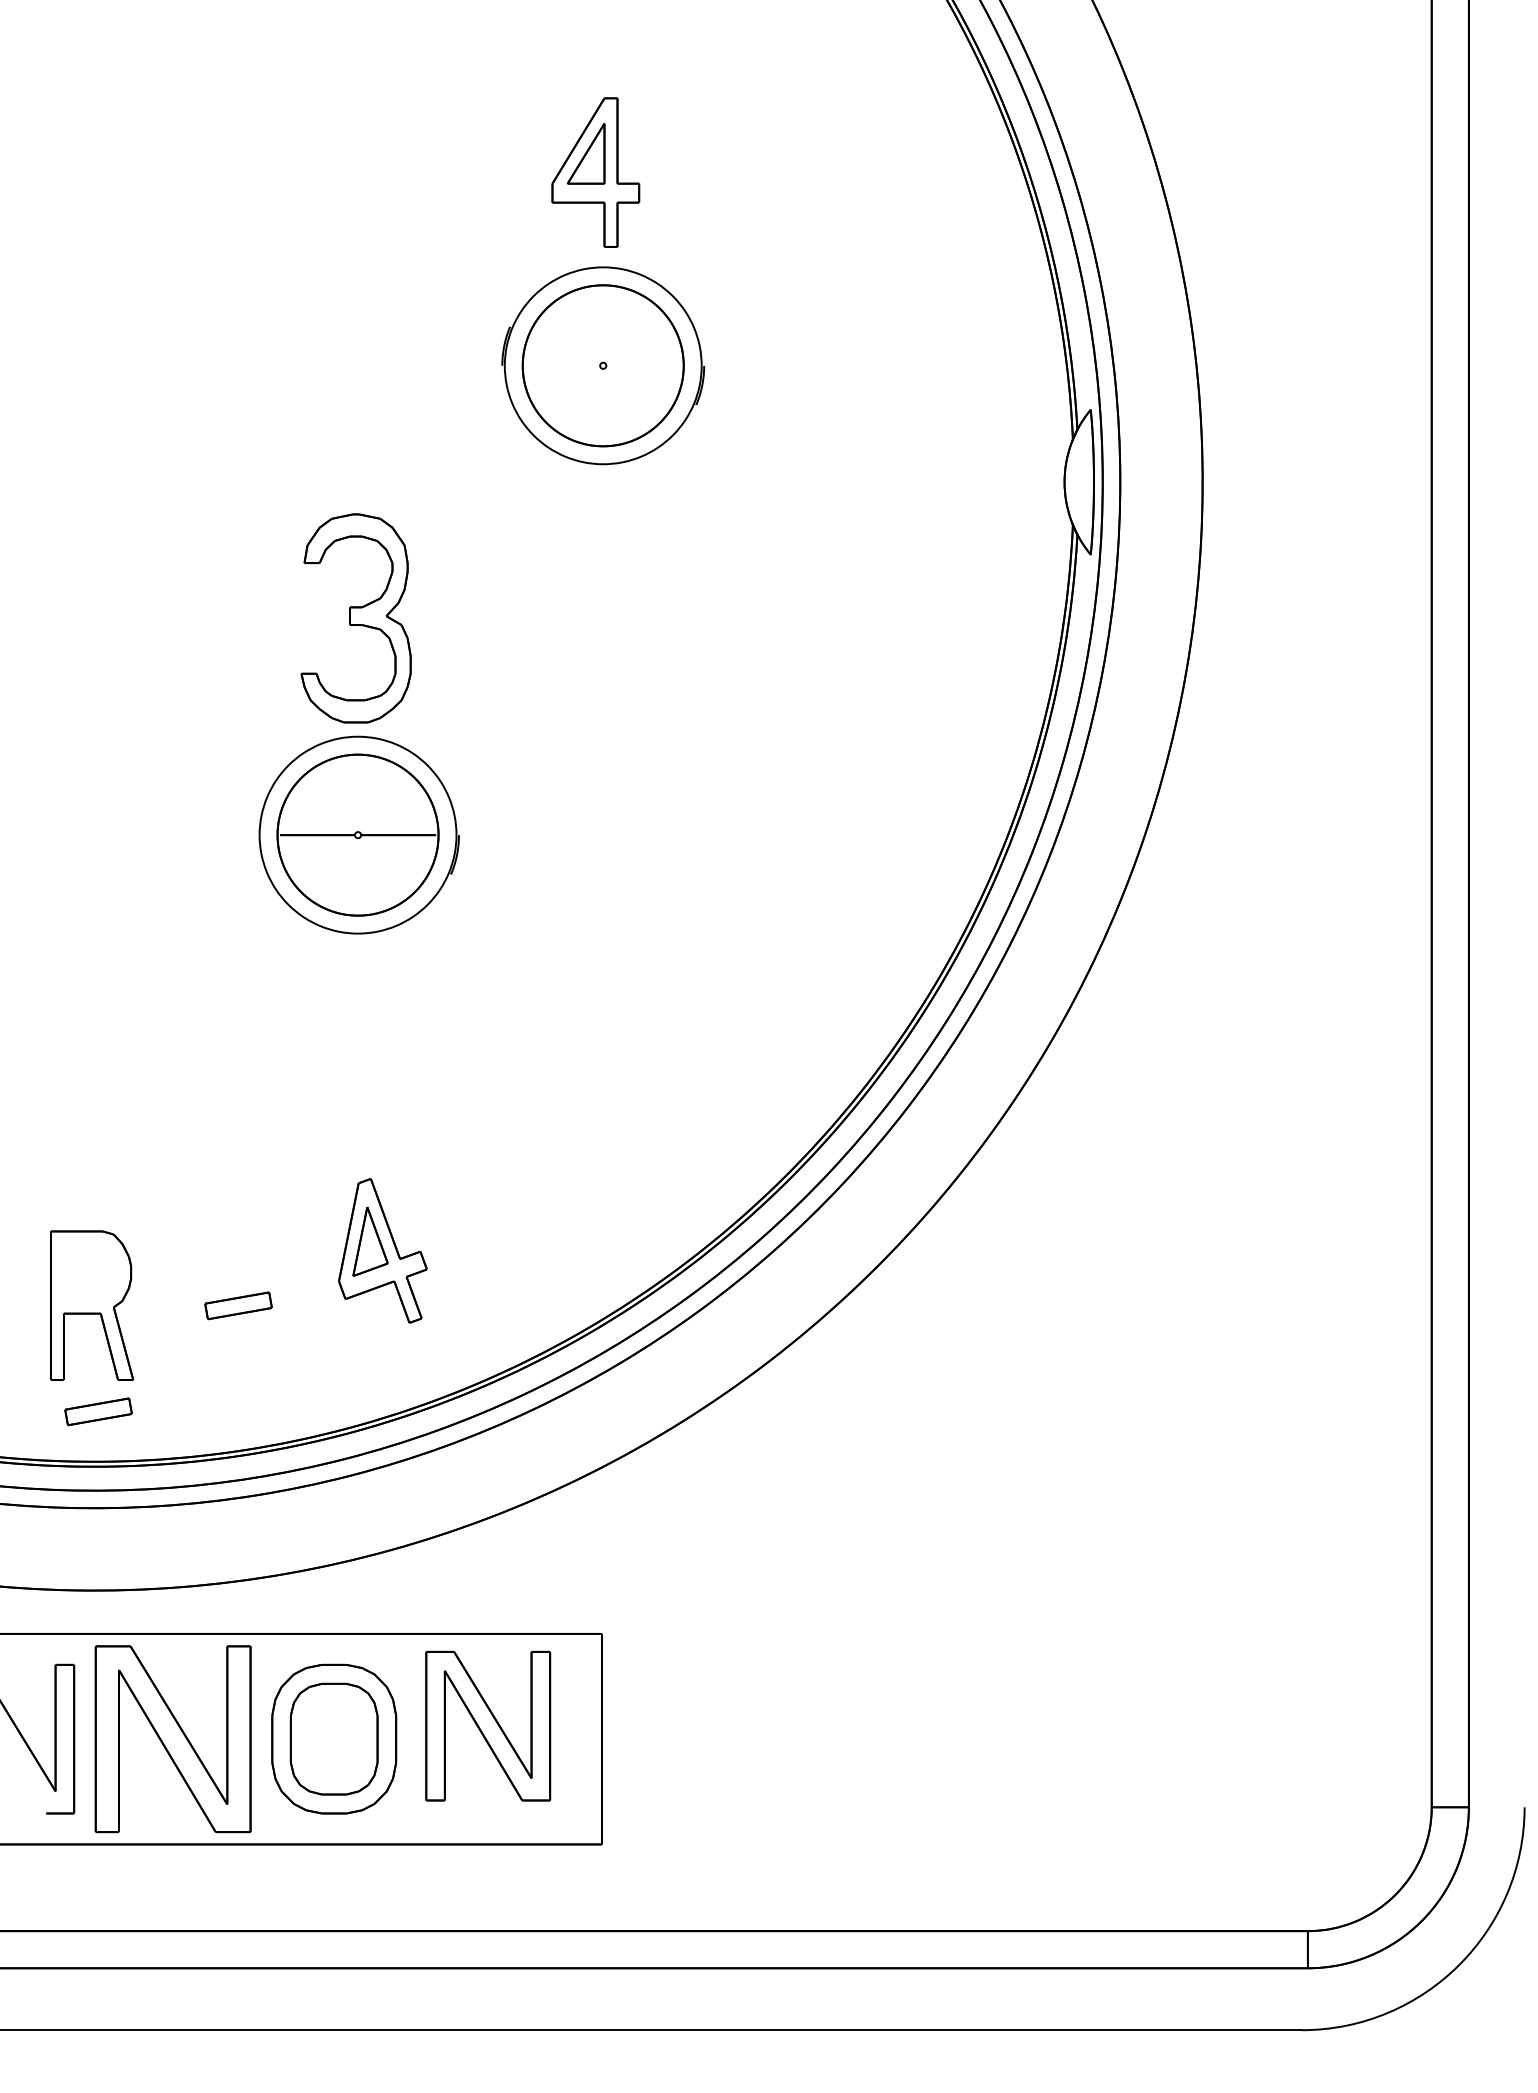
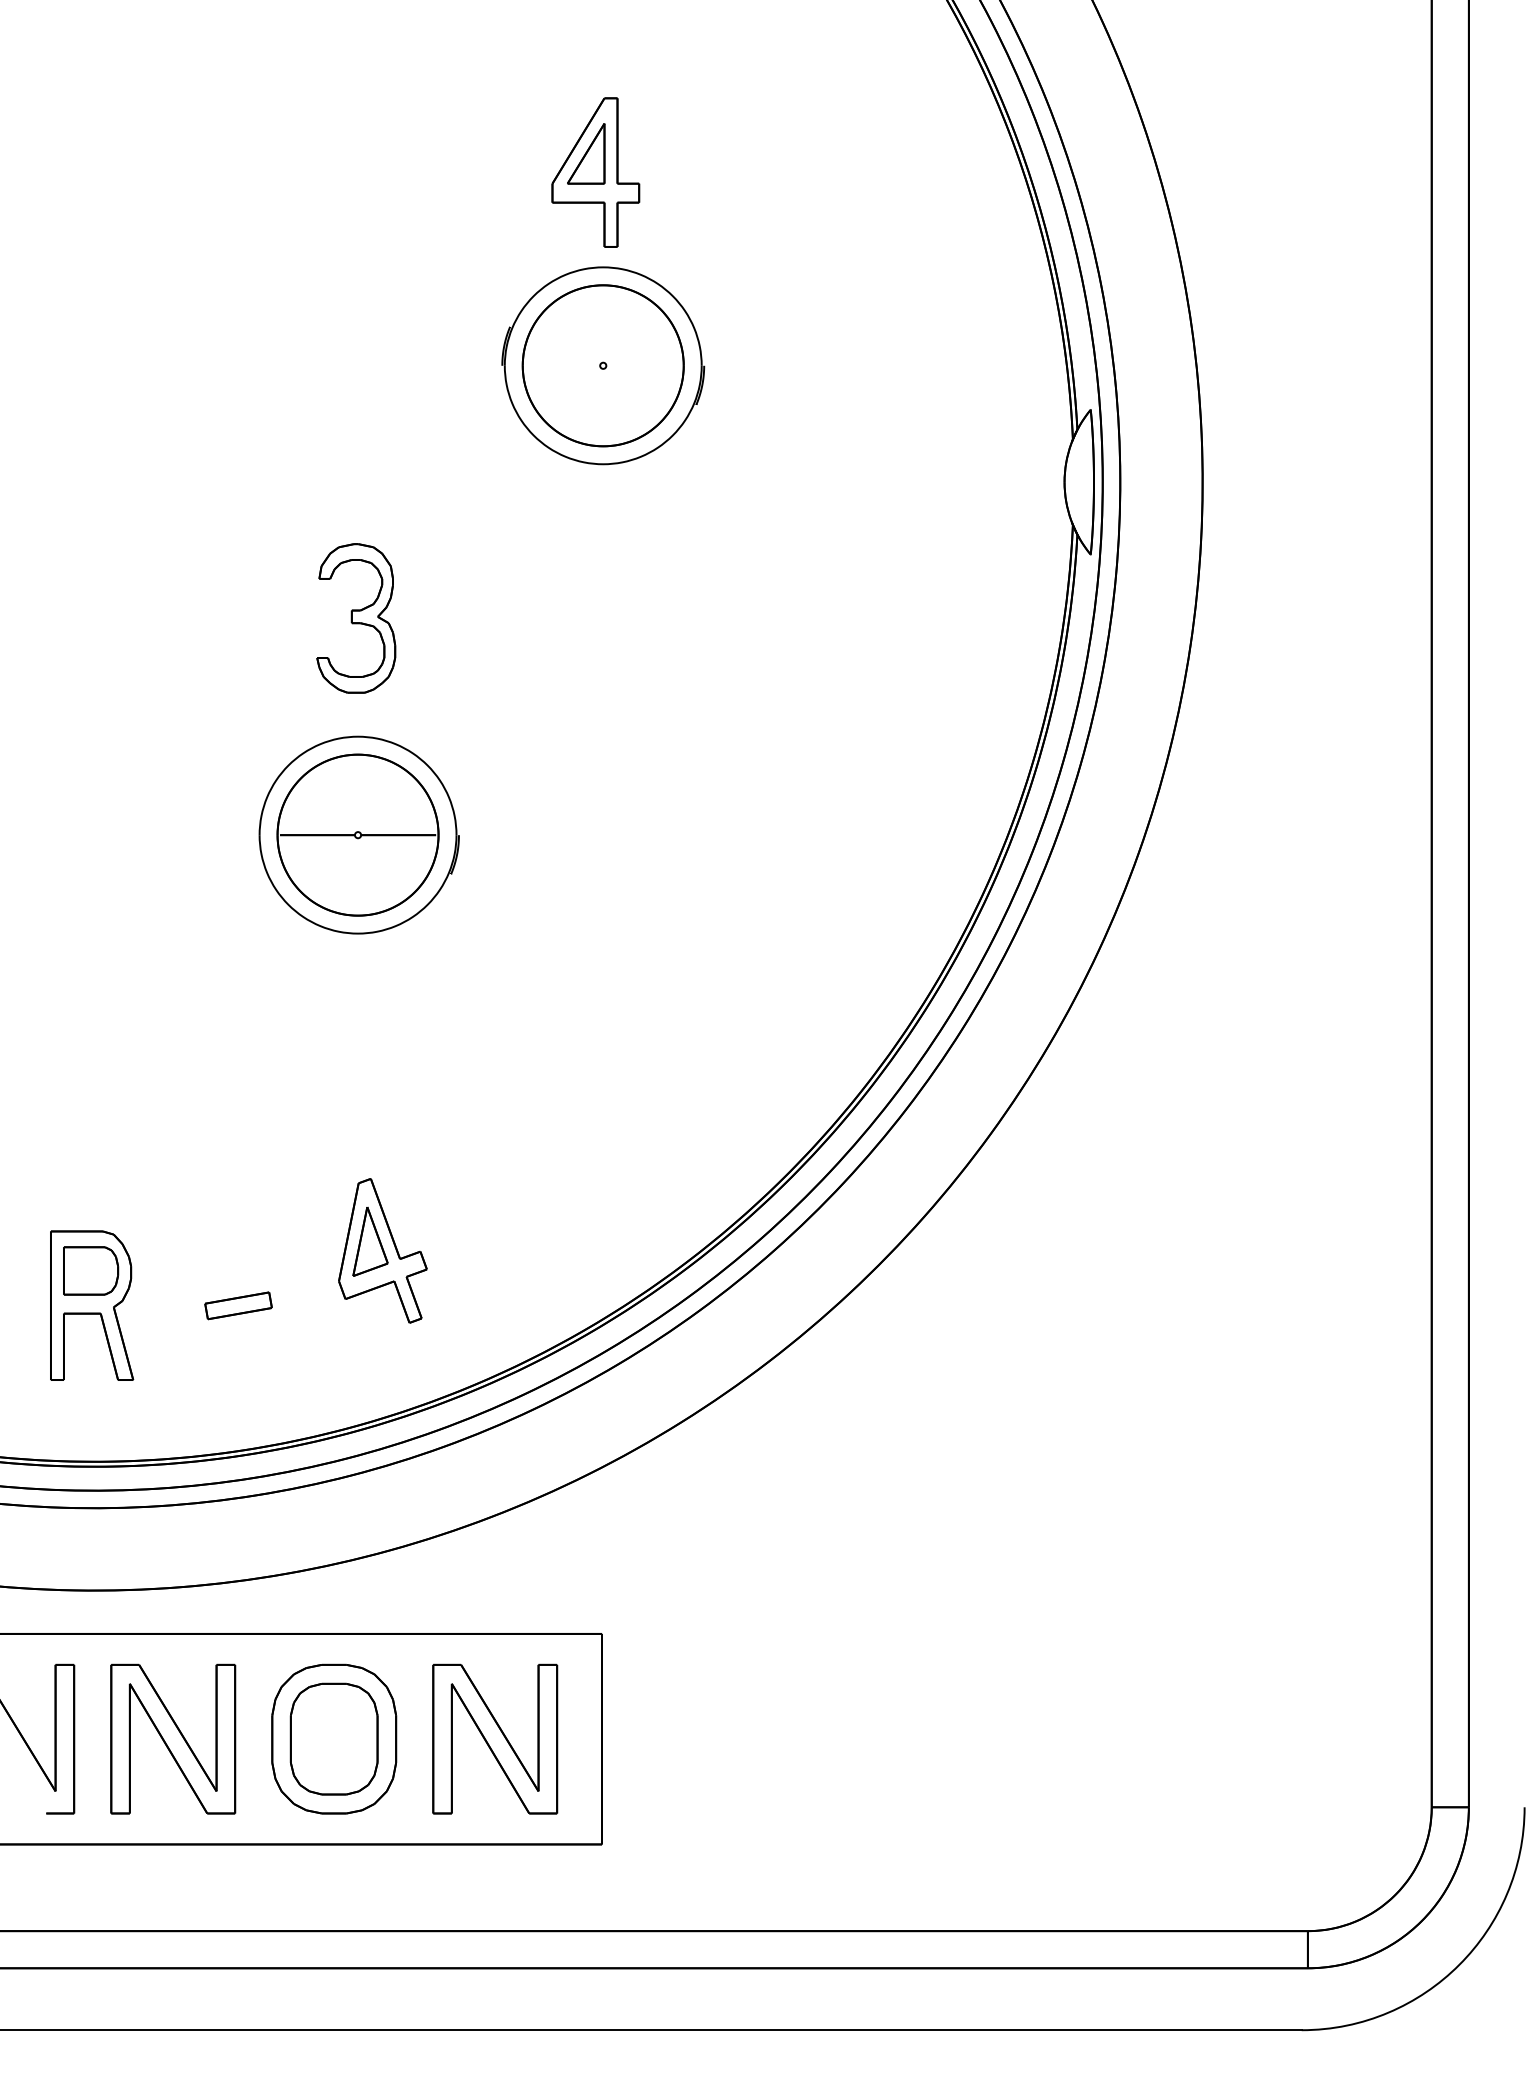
part at (355, 618) size: 112x211 px -> 81x151 px
part at (91, 1270): none -> present
part at (98, 1411): present -> none
part at (488, 1725) position: (488, 1725) -> (495, 1738)
part at (172, 1739) size: 158x189 px -> 127x152 px
